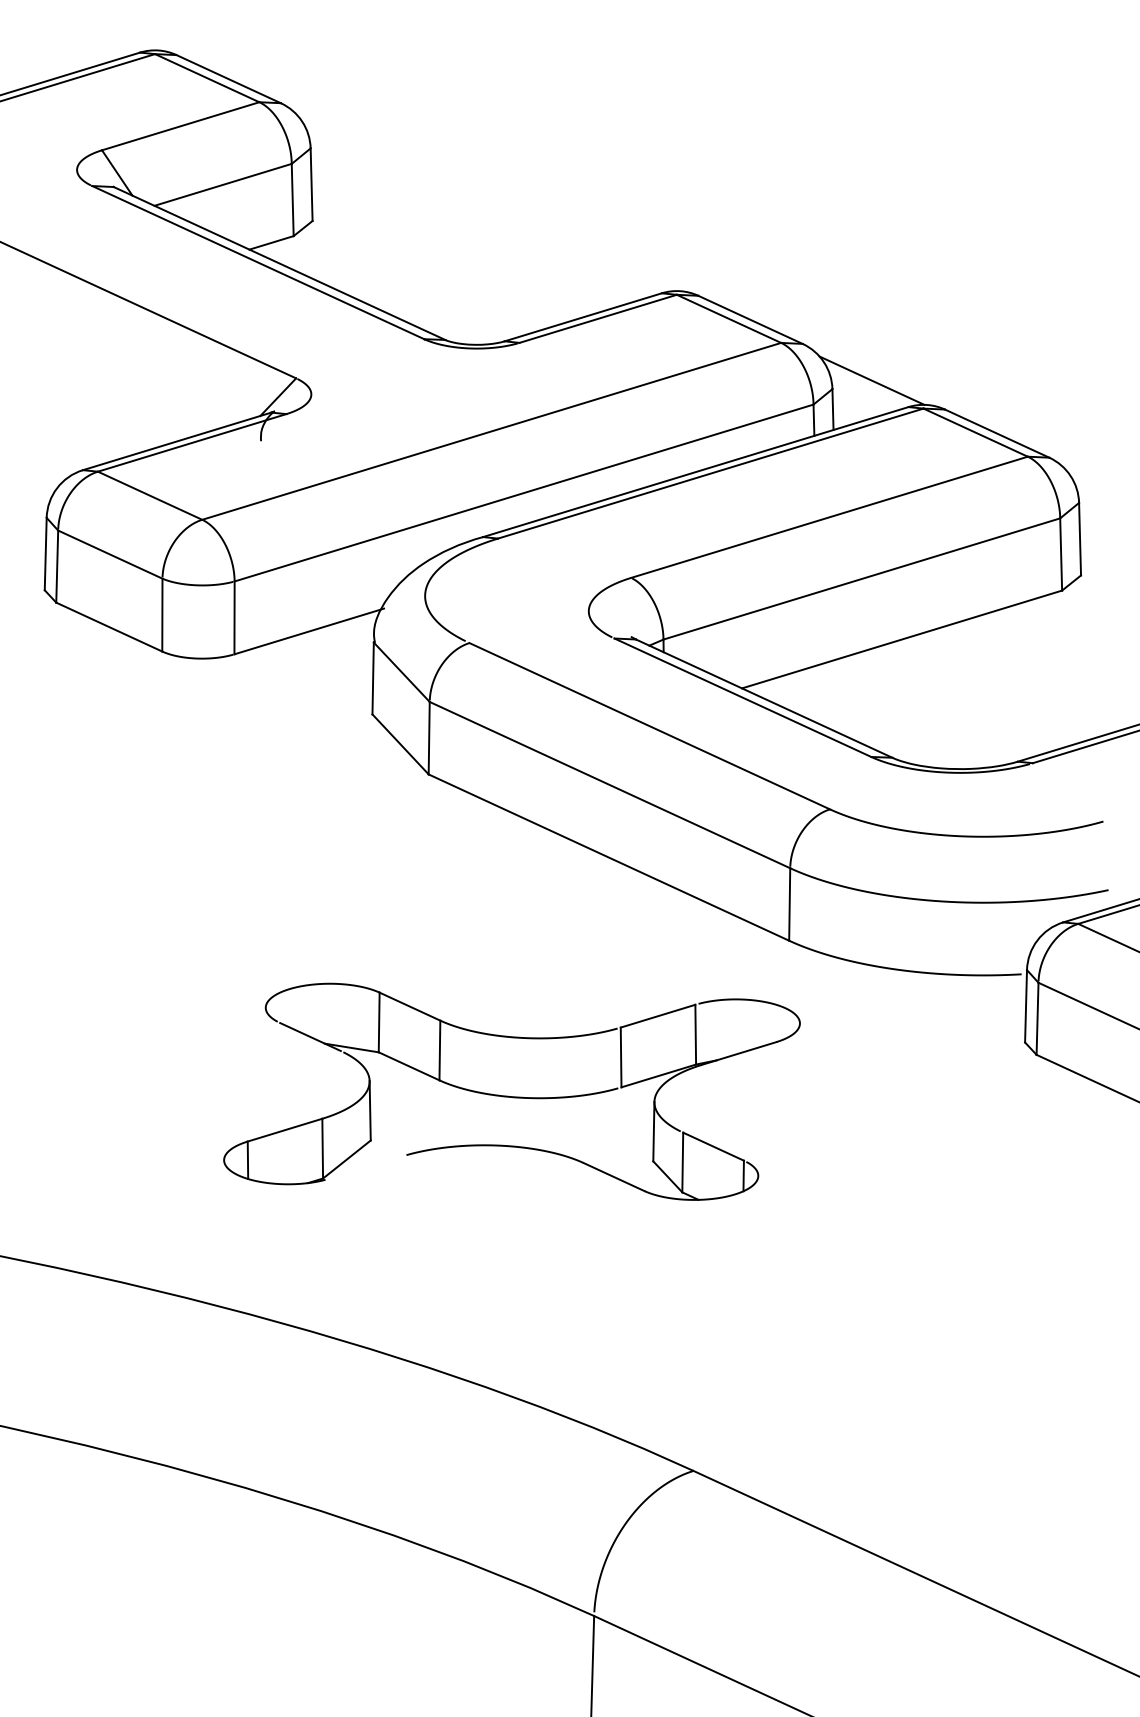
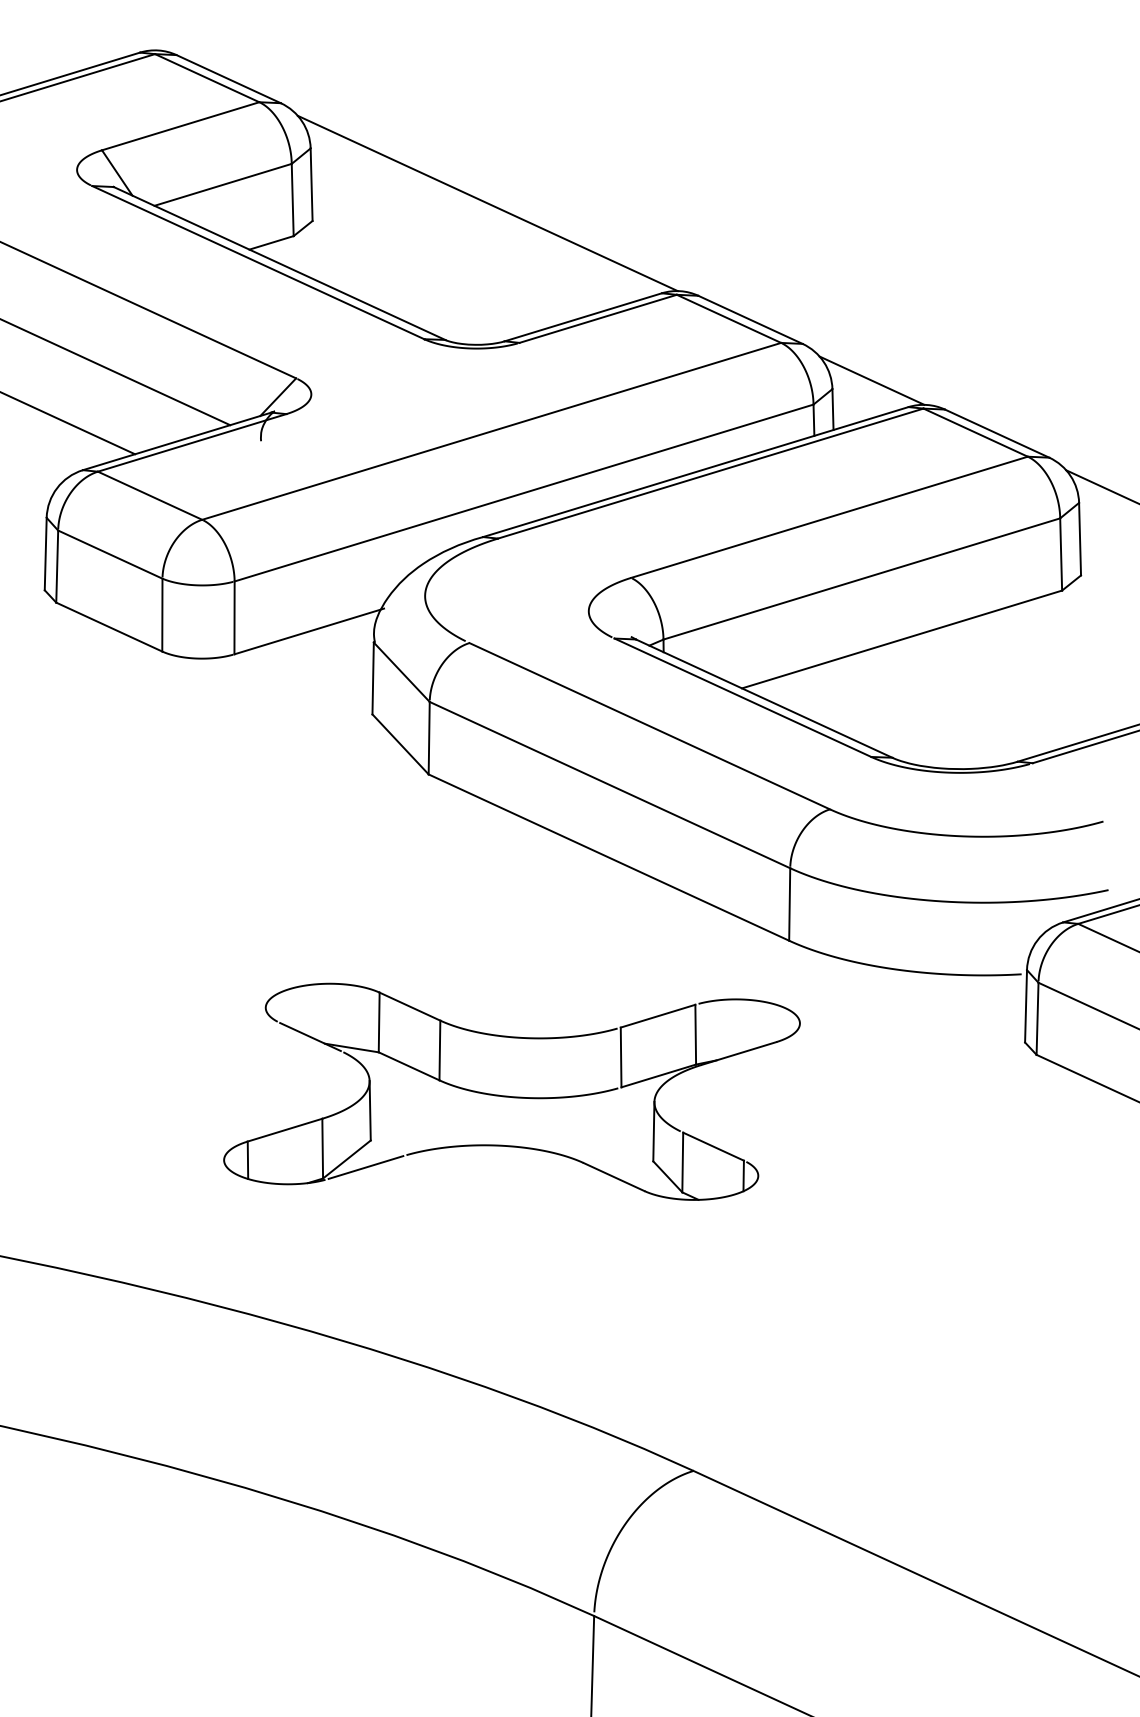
line at (487, 203): none -> present
line at (116, 372): none -> present
line at (68, 423): none -> present
line at (1101, 486): none -> present
line at (365, 1167): none -> present
